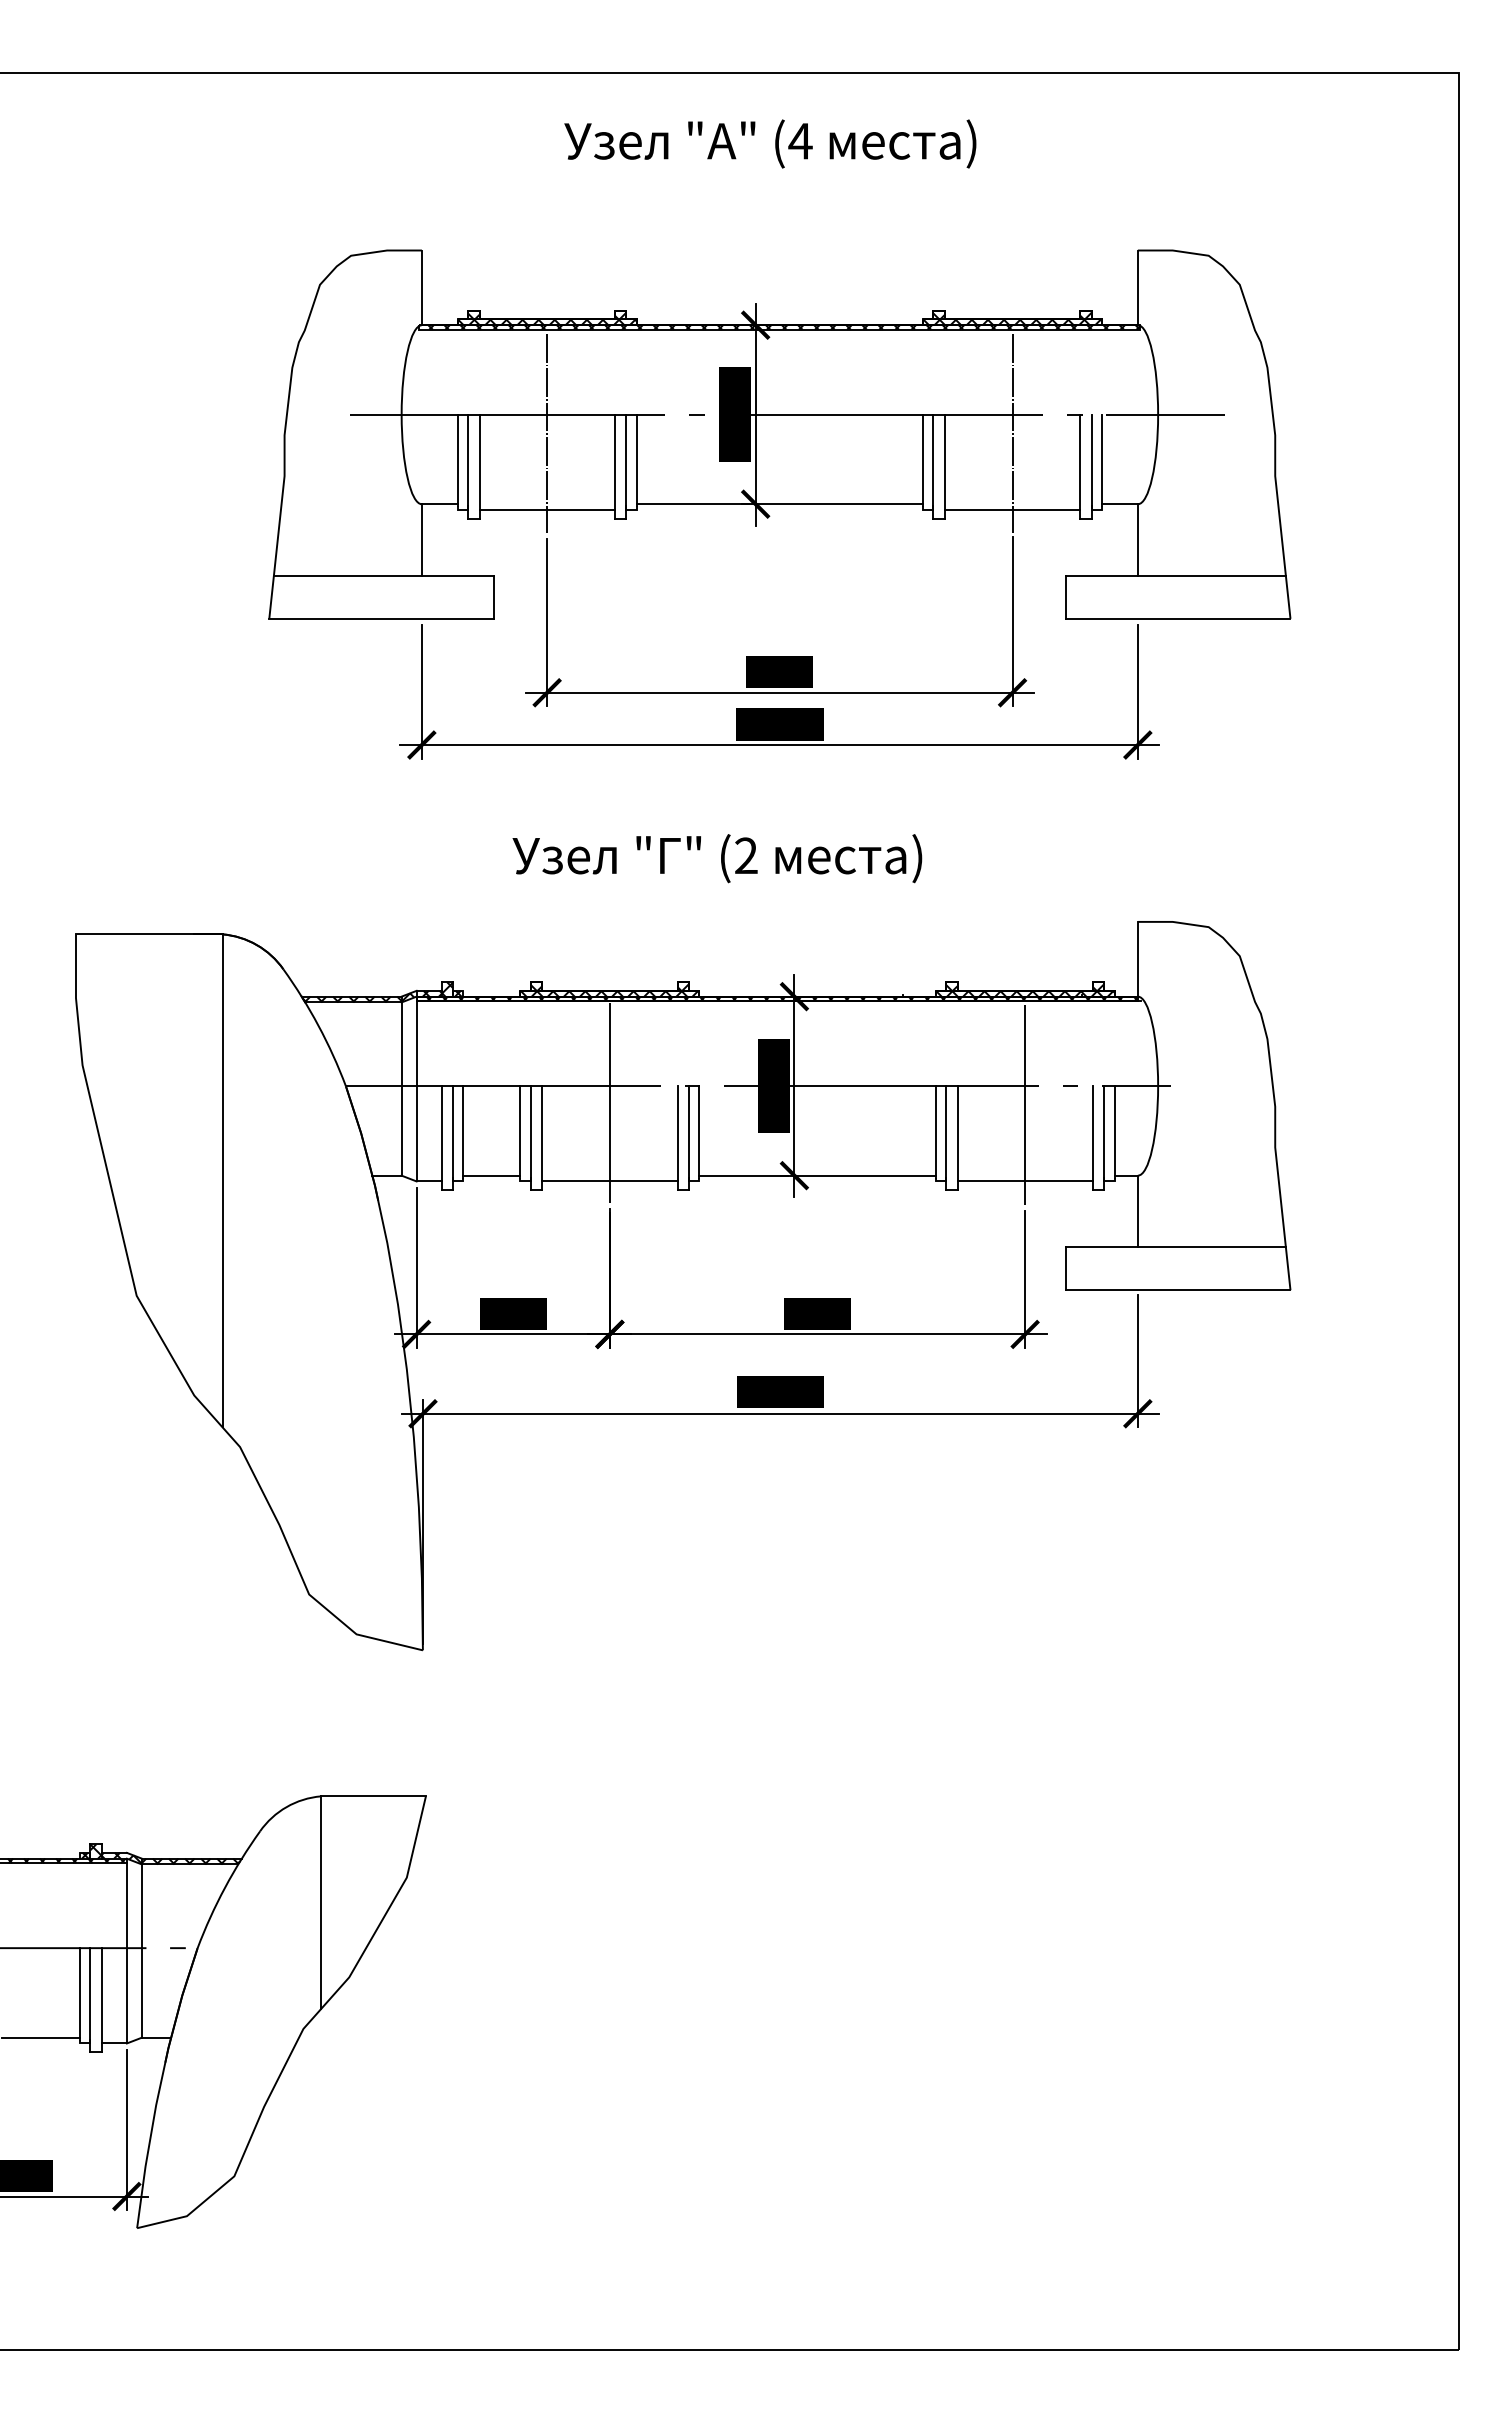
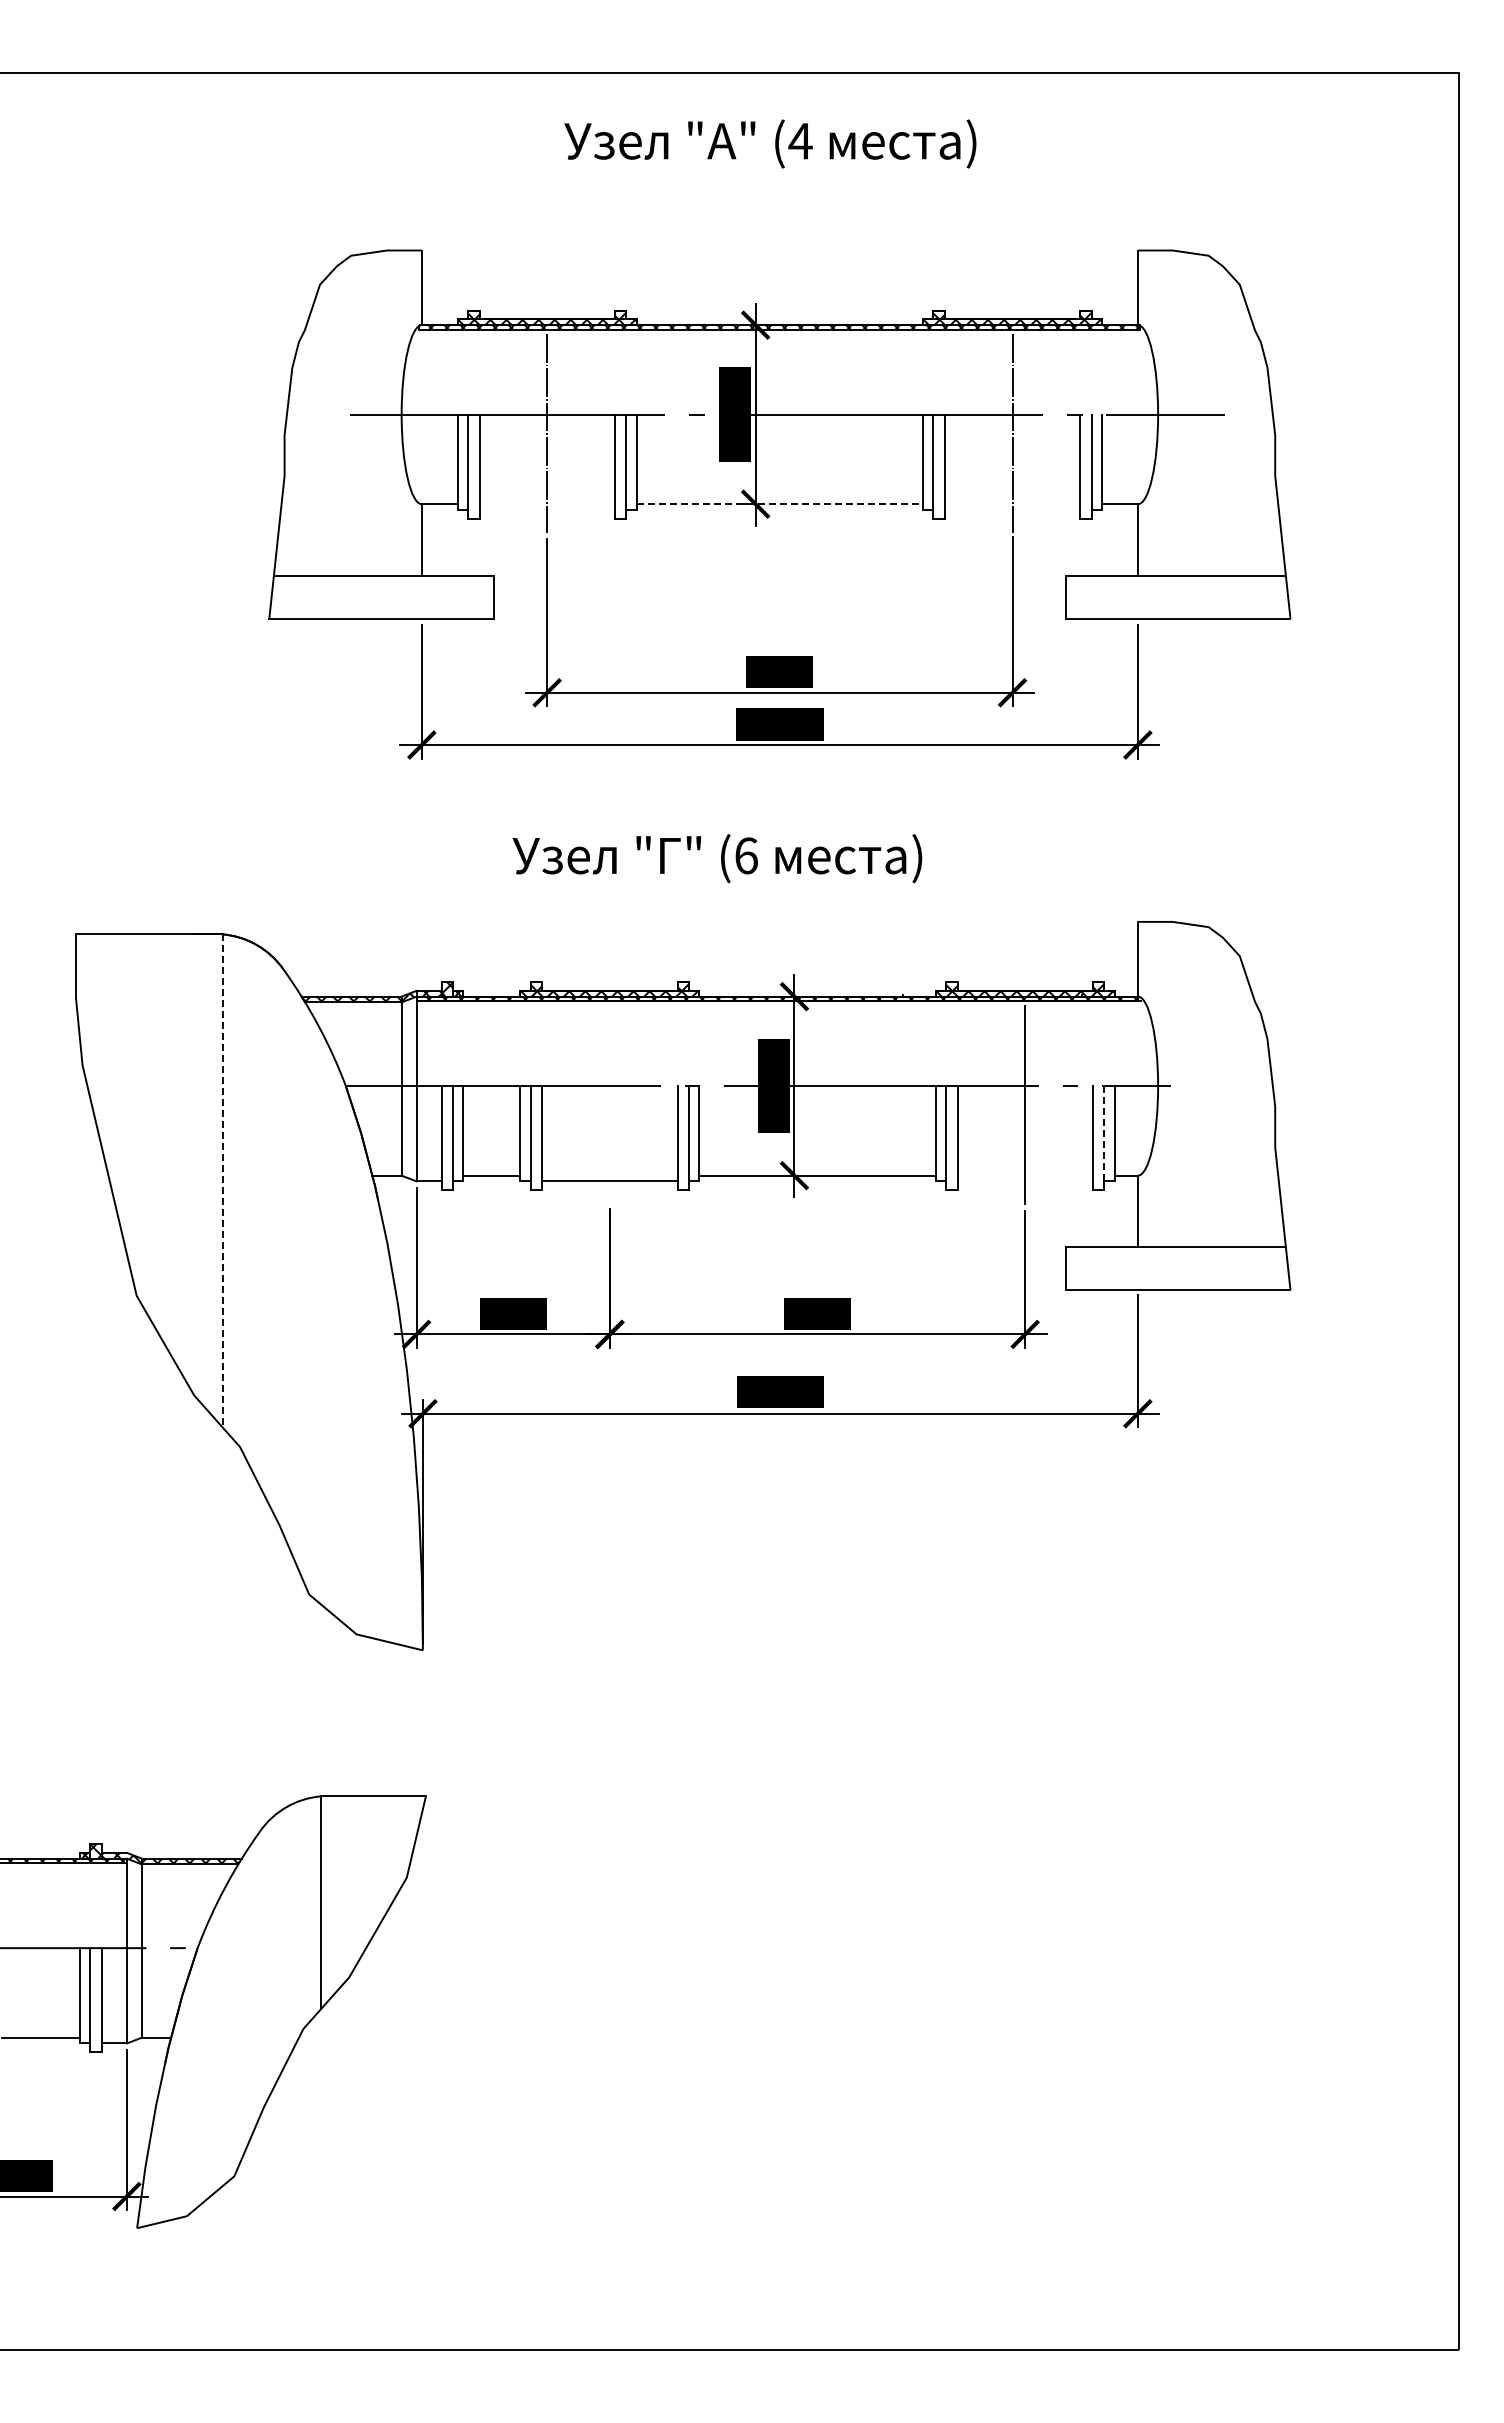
line at (780, 504): solid -> dashed
line at (546, 510): present -> none
line at (1012, 510): present -> none
text at (746, 855): (2 -> (6
line at (609, 1102): present -> none
line at (1104, 1131): solid -> dashed
line at (222, 1181): solid -> dashed
line at (1024, 1181): present -> none
